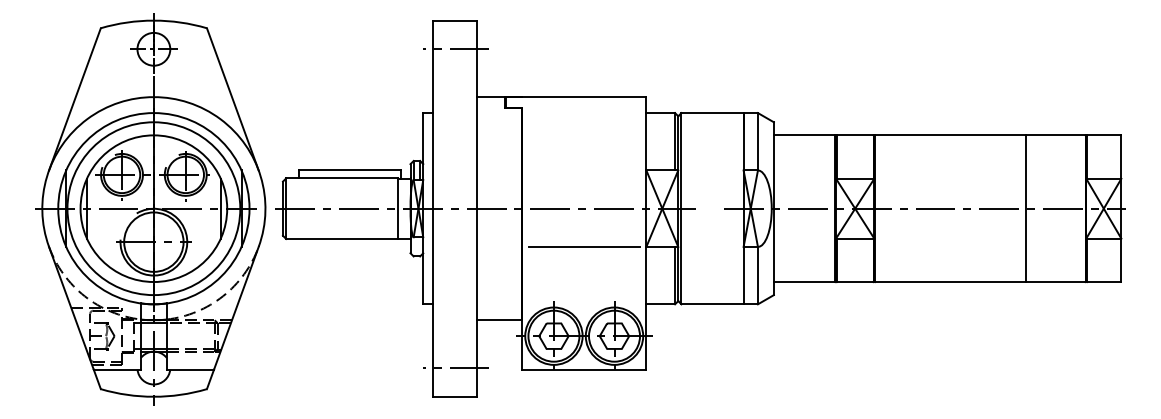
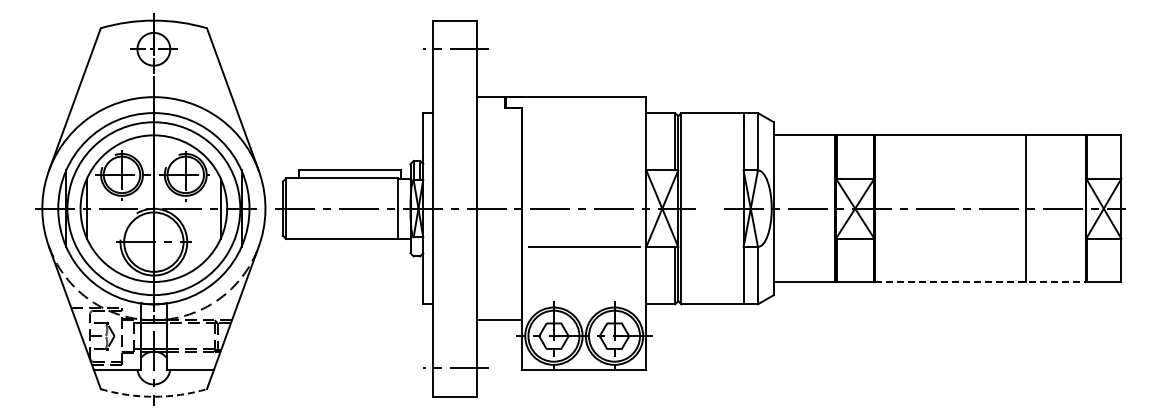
line at (980, 282): solid -> dashed
arc at (153, 396): solid -> dashed
